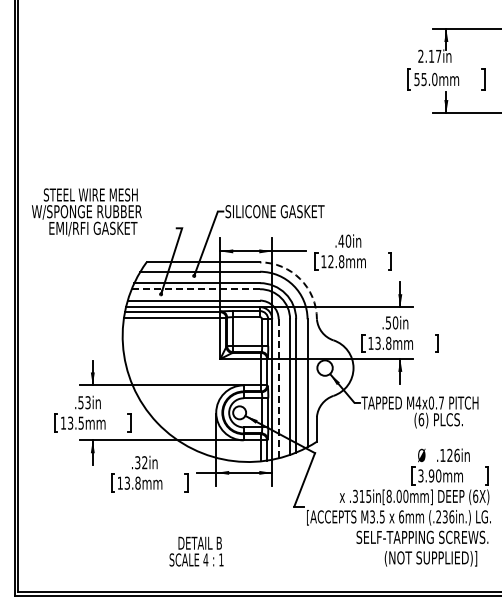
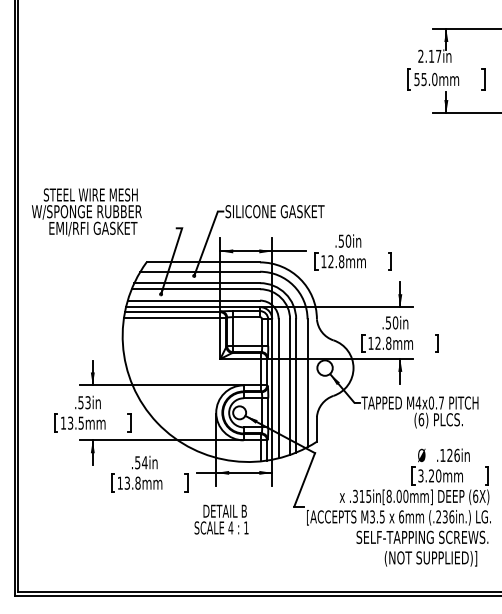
text at (341, 240): .40in -> .50in
arc at (300, 279): dashed -> solid
line at (195, 289): dashed -> solid
text at (377, 343): 13.8mm -> 12.8mm
line at (278, 388): dashed -> solid
text at (141, 462): .32in -> .54in
text at (431, 475): 3.90mm -> 3.20mm
text at (196, 551) position: (196, 551) -> (221, 519)
